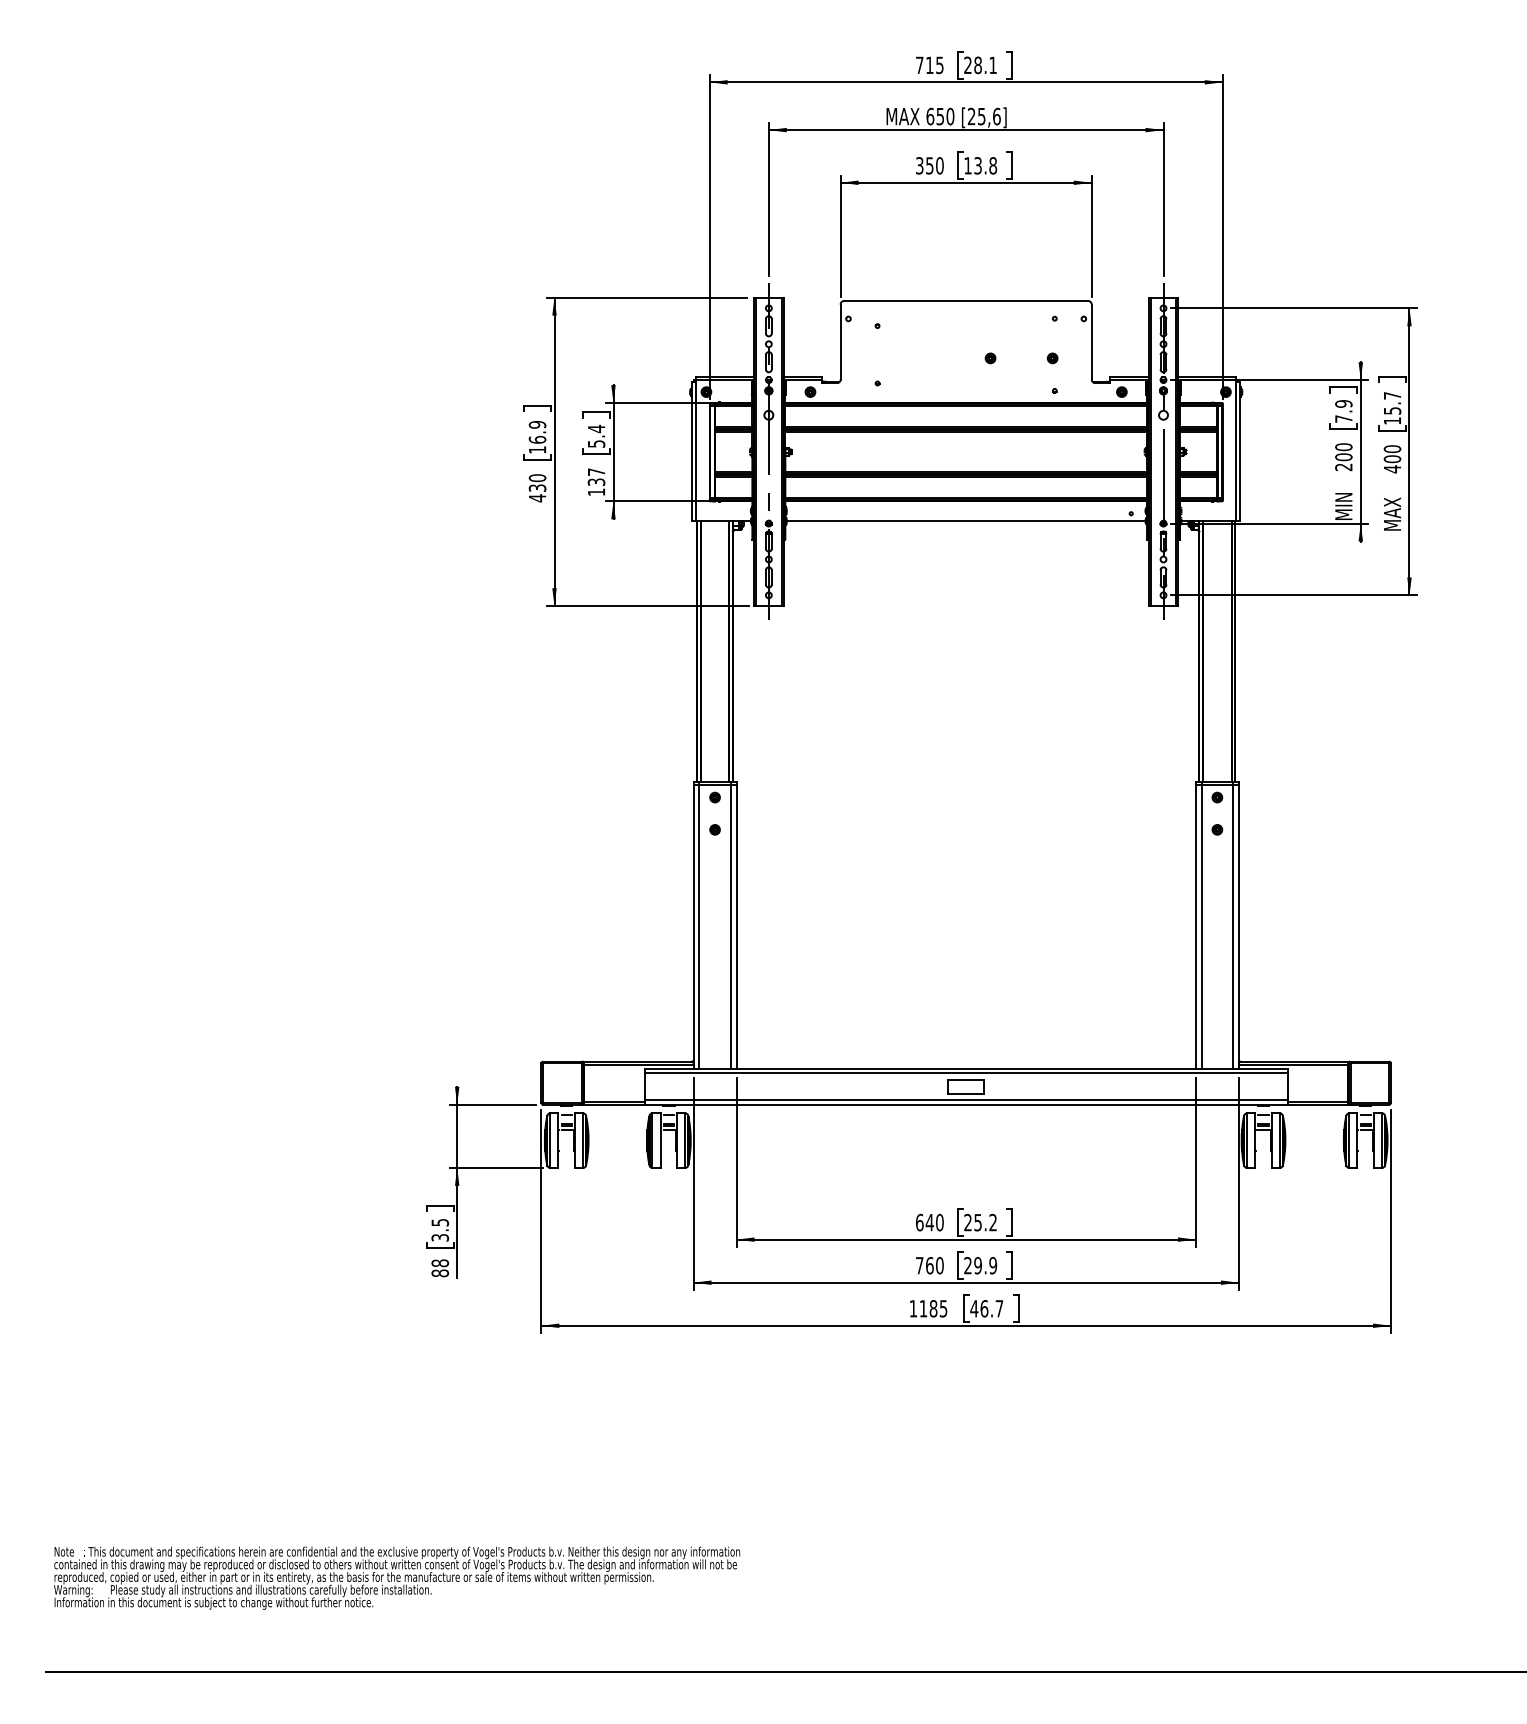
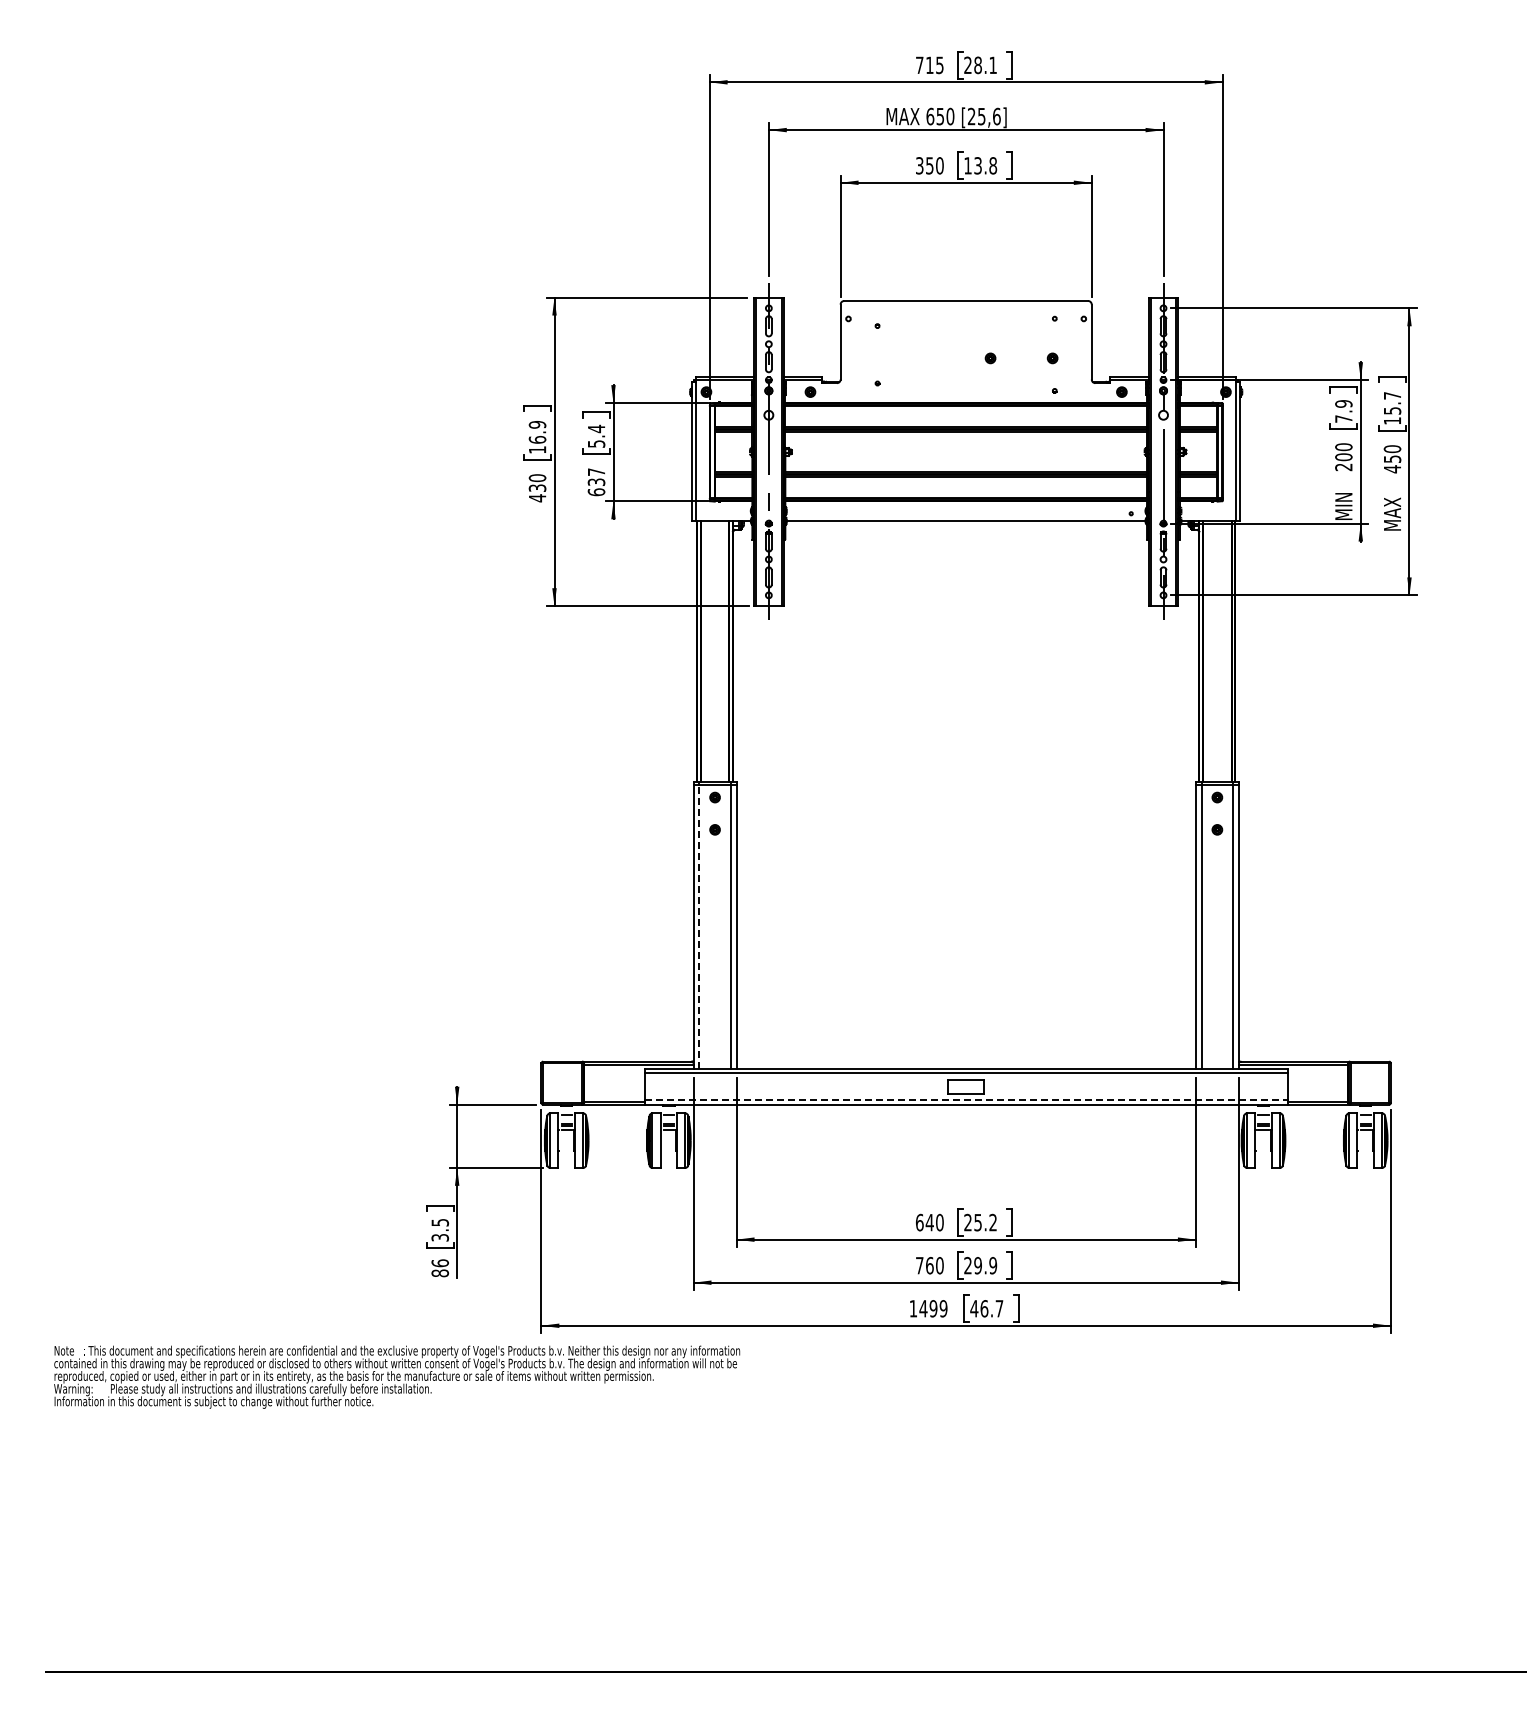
text at (1392, 459): 400 -> 450
text at (596, 492): 137 -> 637
line at (699, 927): solid -> dashed
line at (966, 1100): solid -> dashed
text at (439, 1263): 88 -> 86
text at (933, 1308): 1185 -> 1499
text at (397, 1577) position: (397, 1577) -> (397, 1376)
